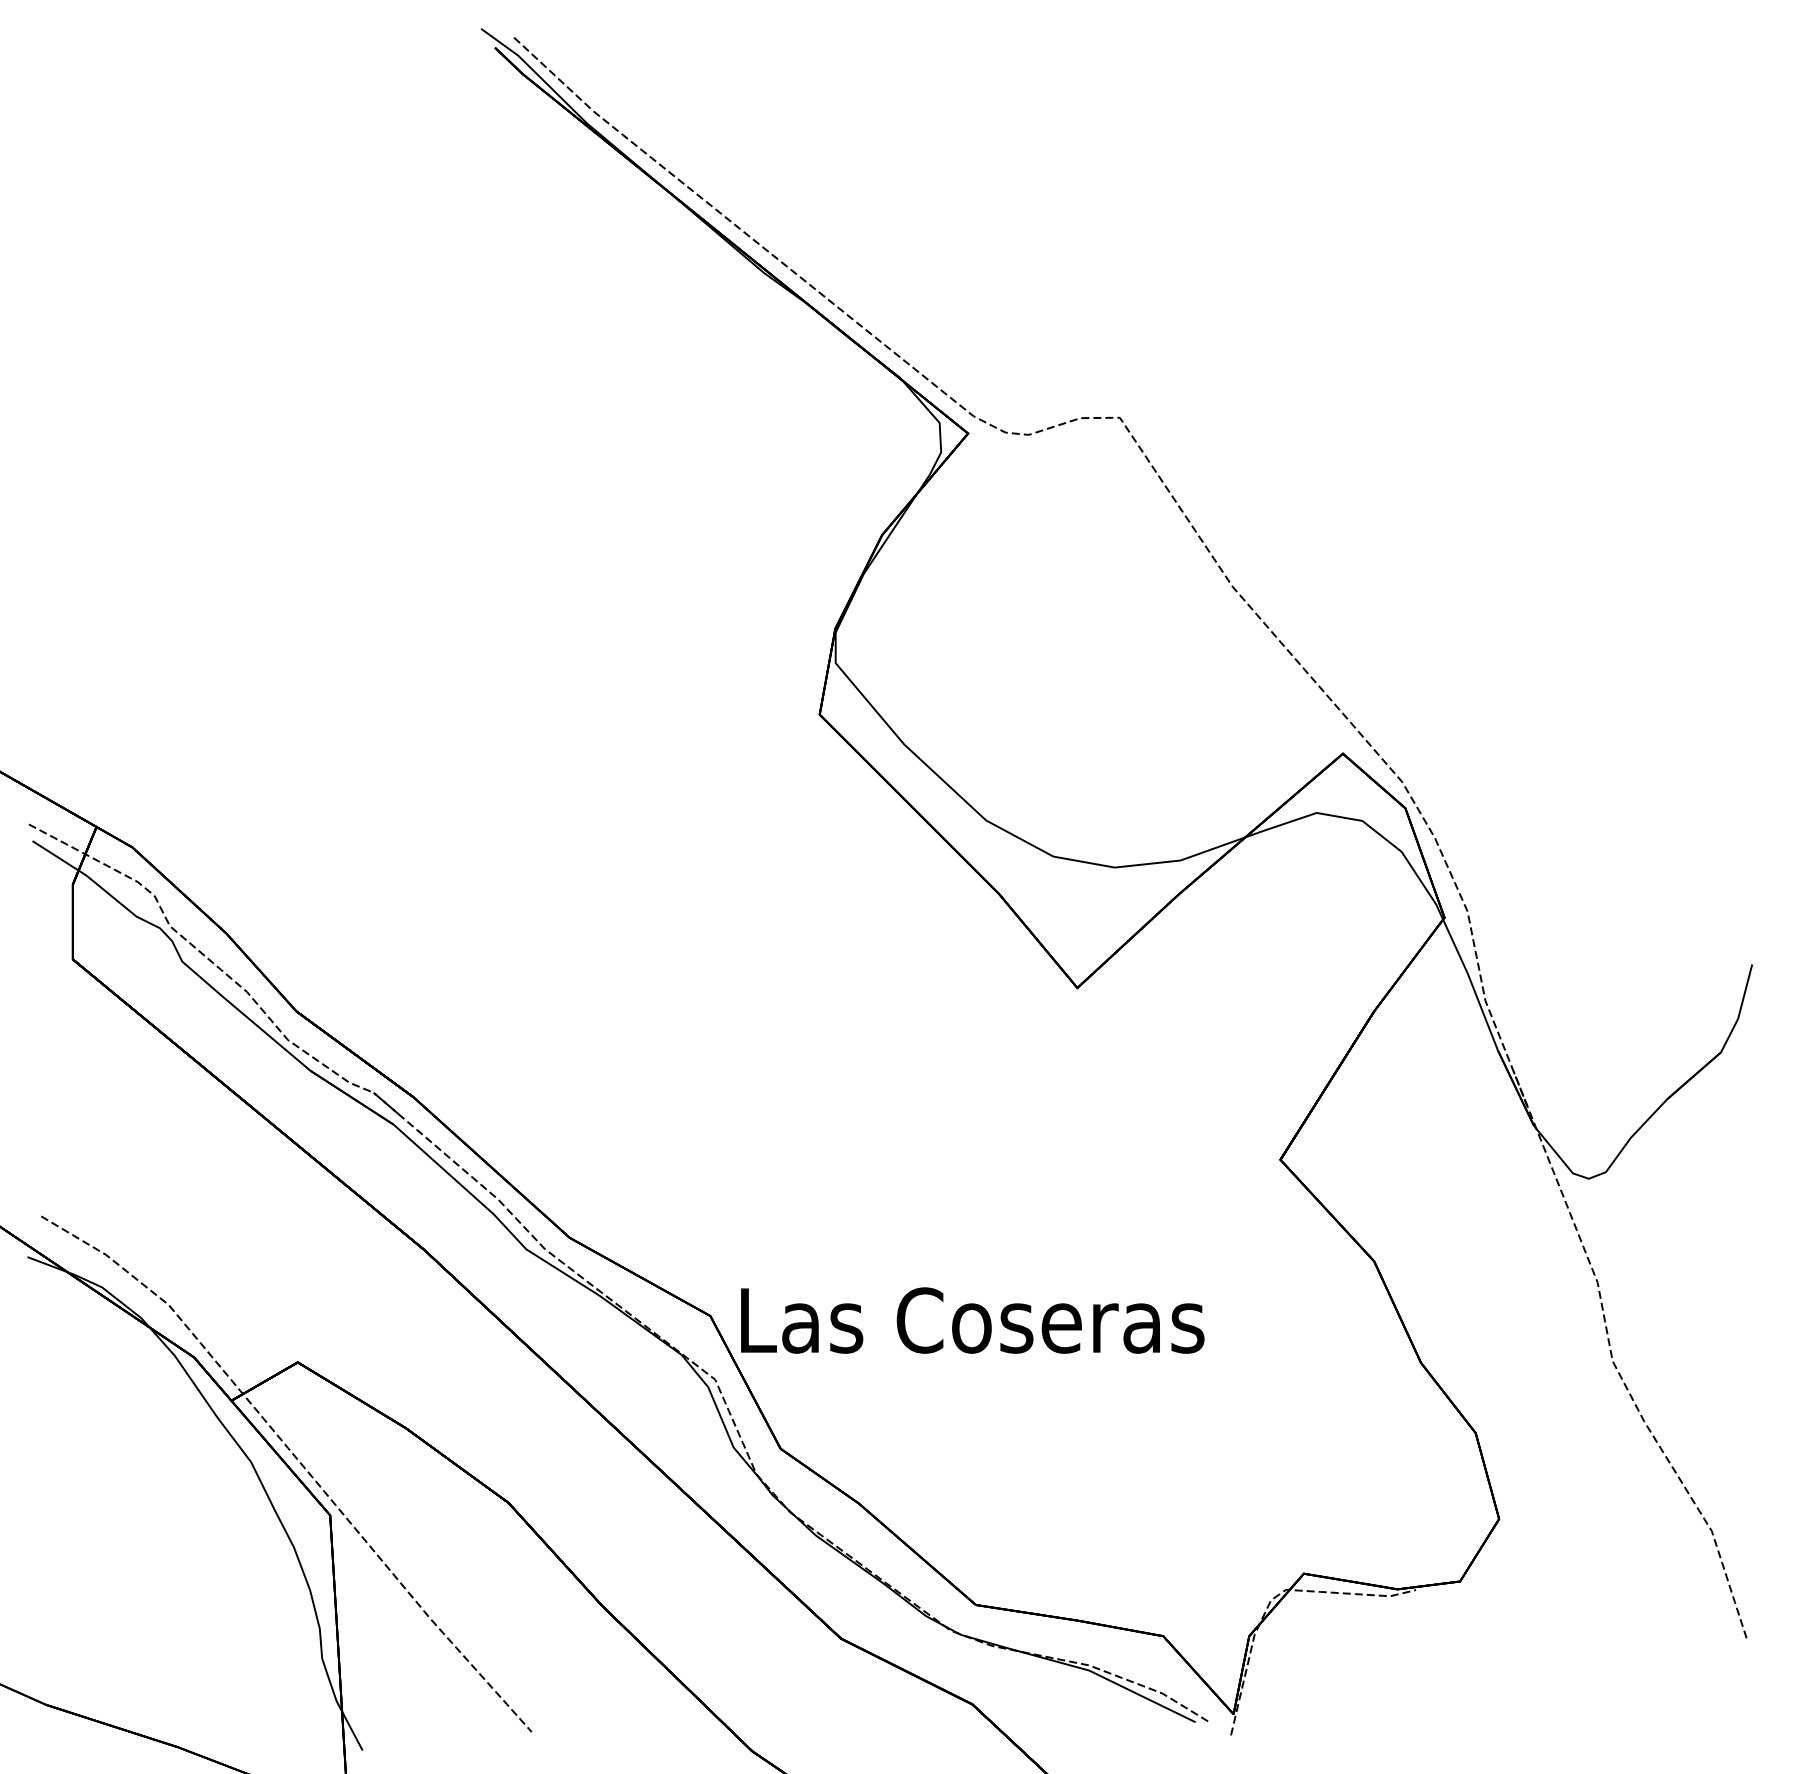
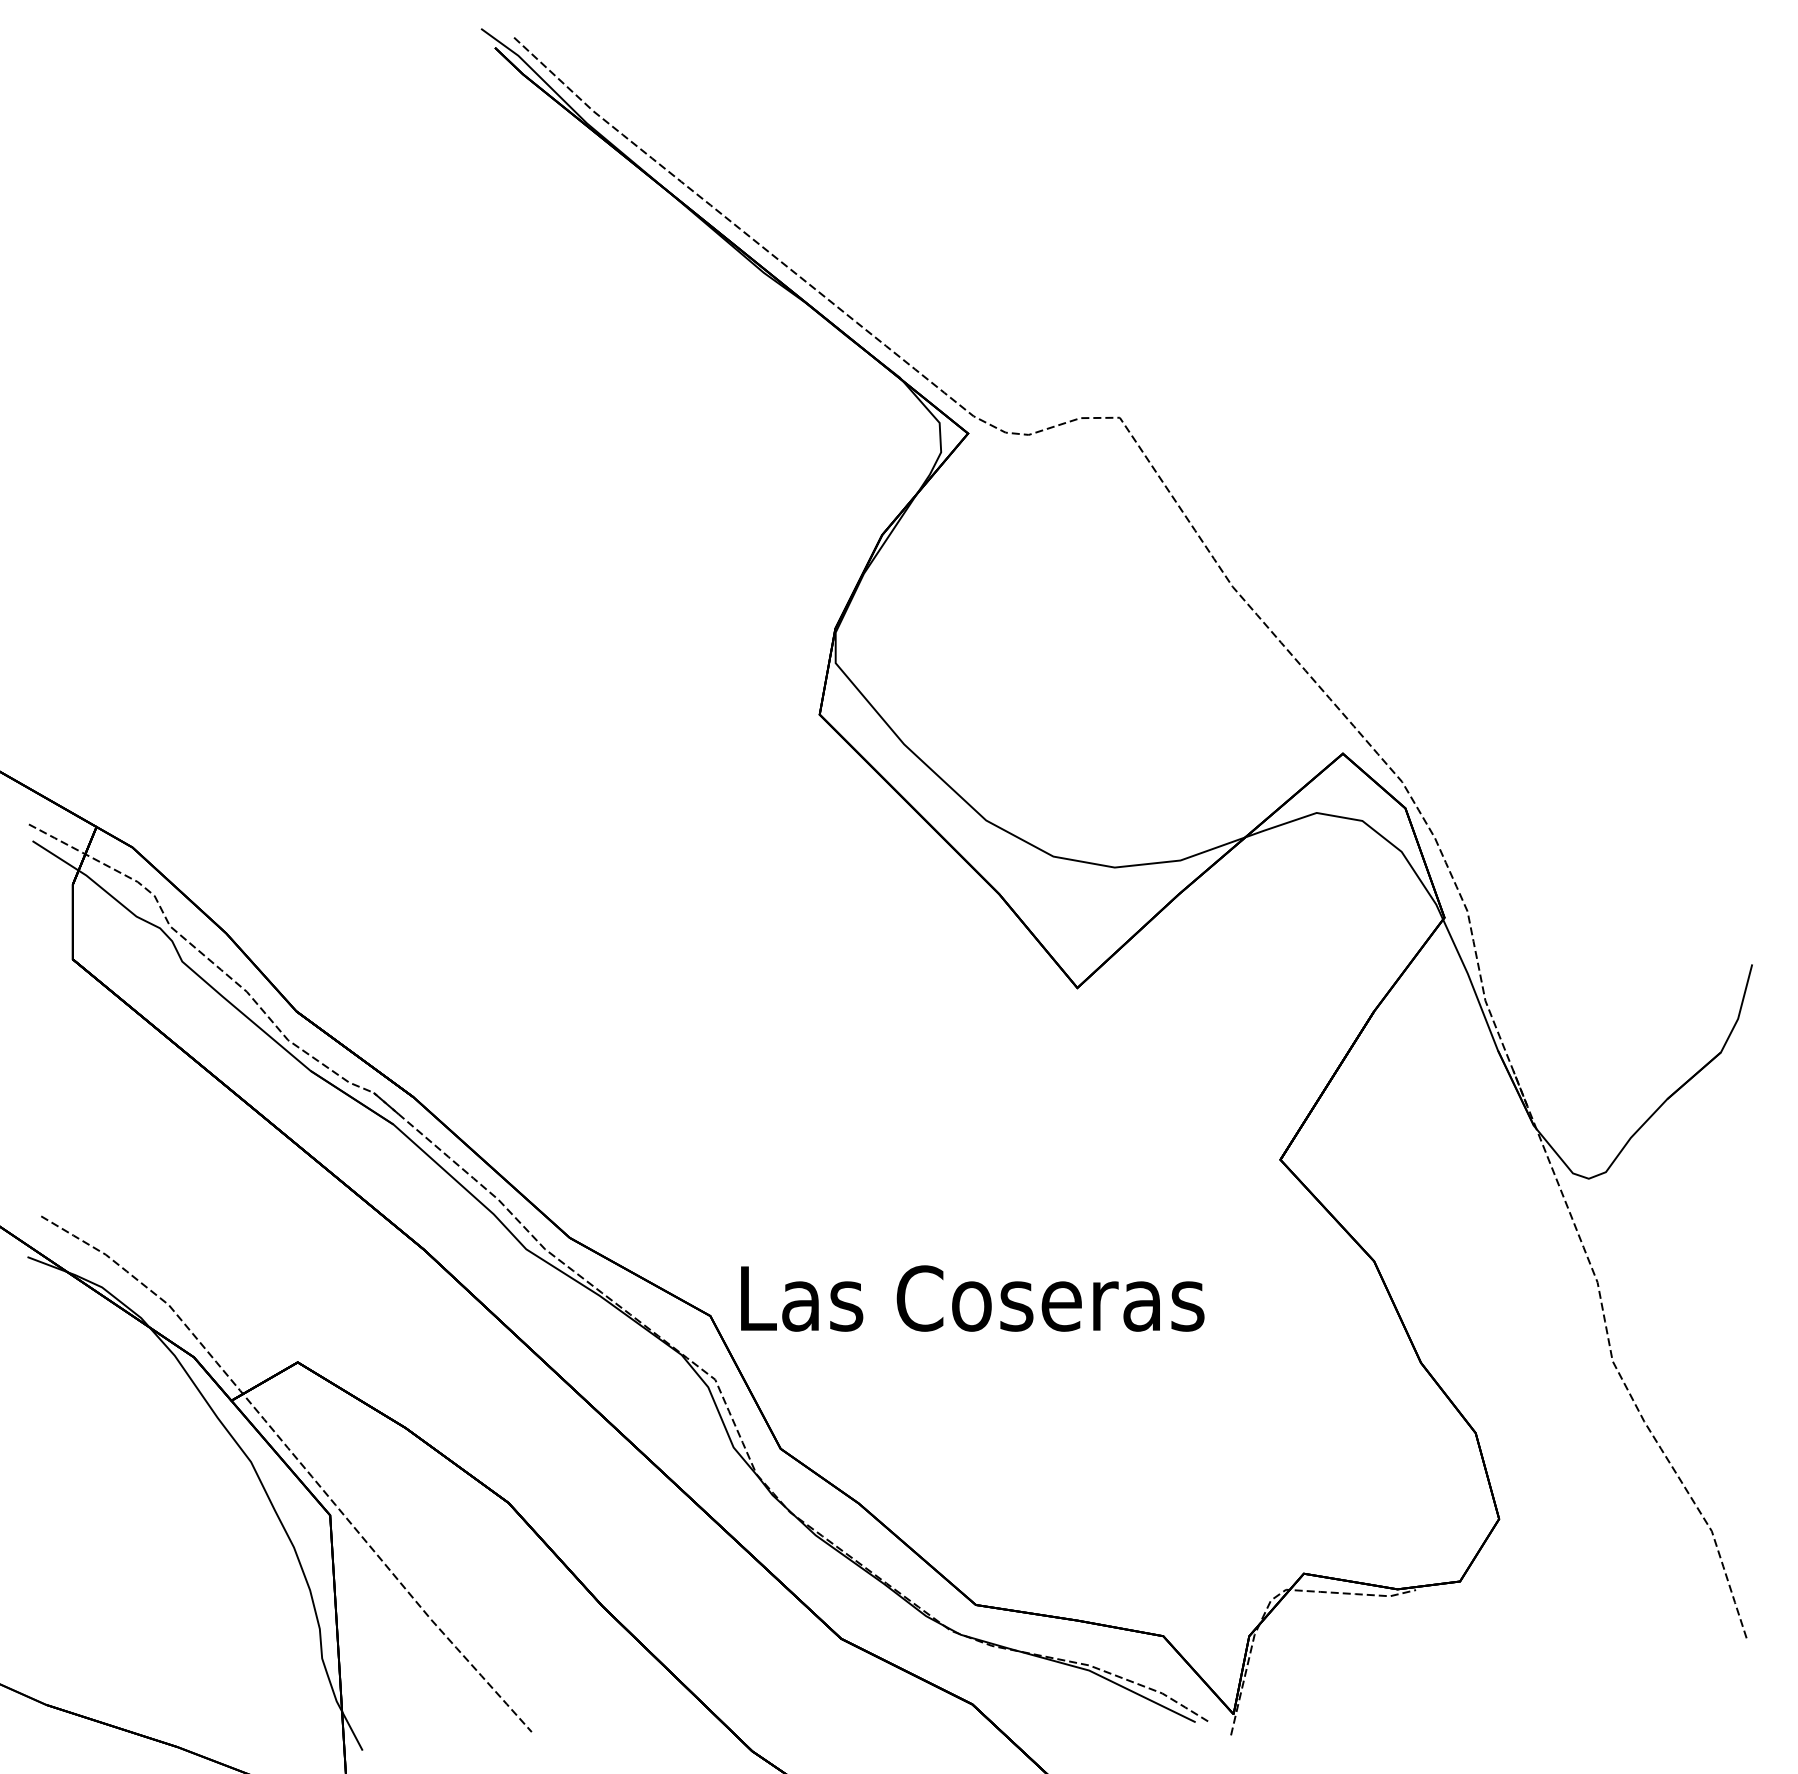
text at (972, 1320) position: (972, 1320) -> (972, 1298)
